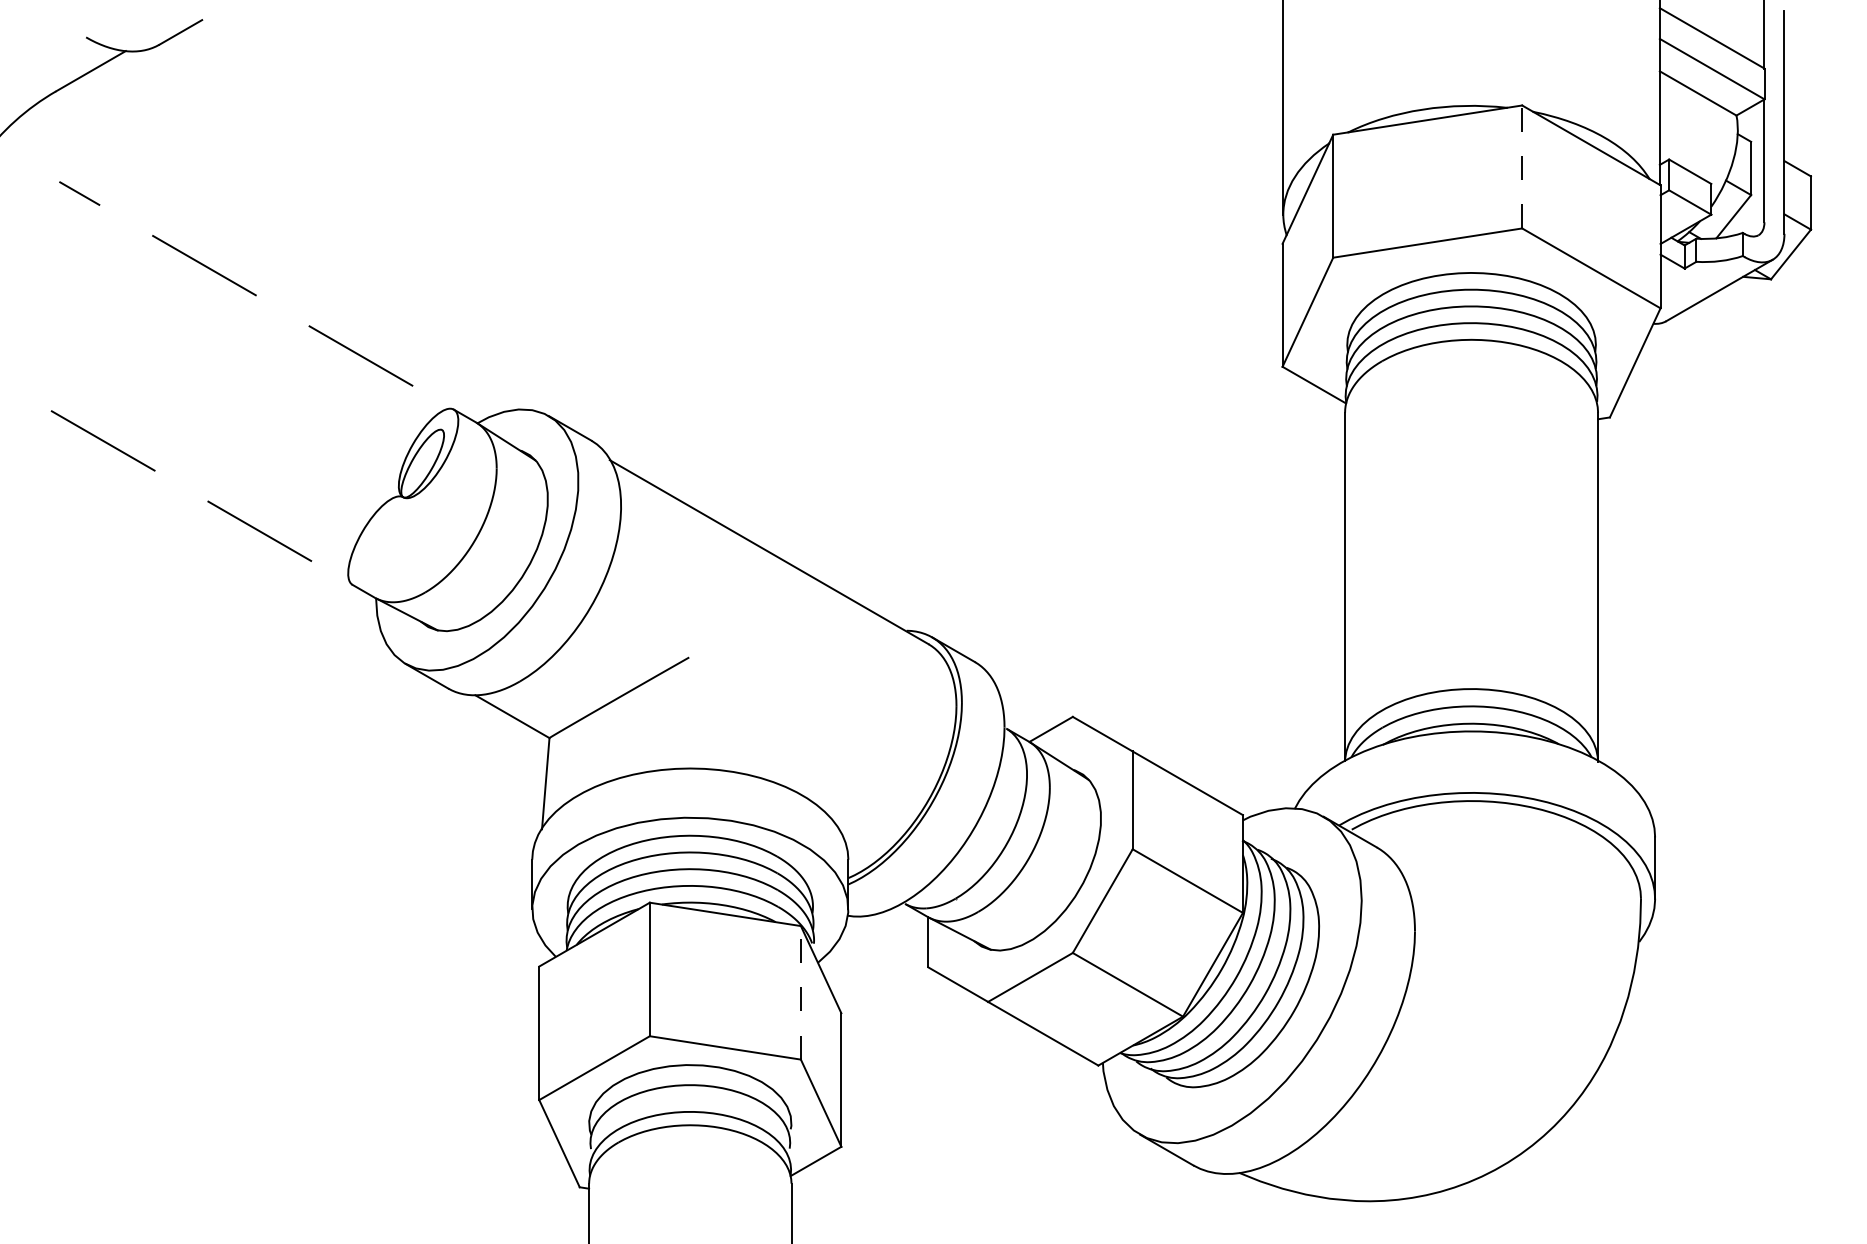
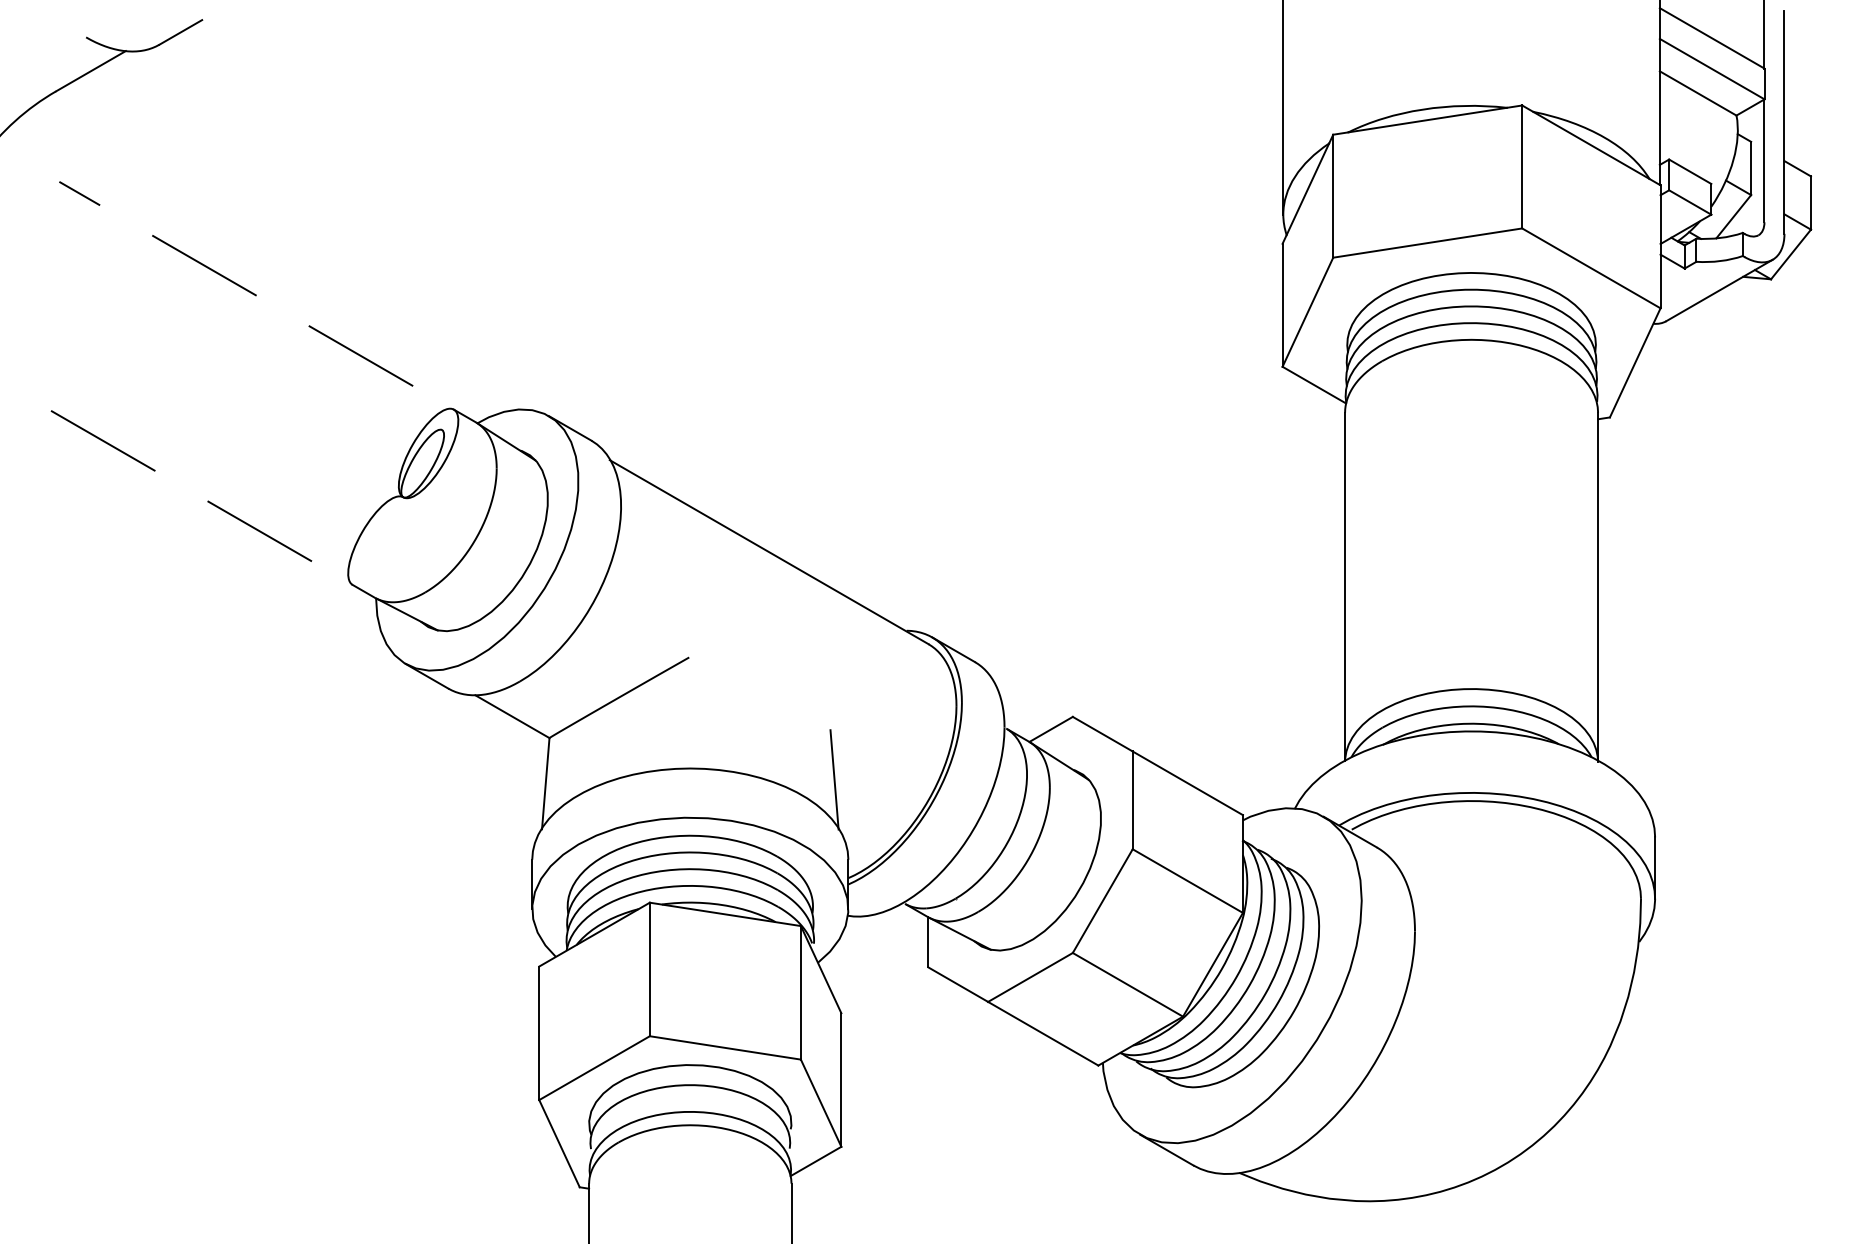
line at (1522, 166): dashed -> solid
line at (834, 779): none -> present
line at (800, 992): dashed -> solid
